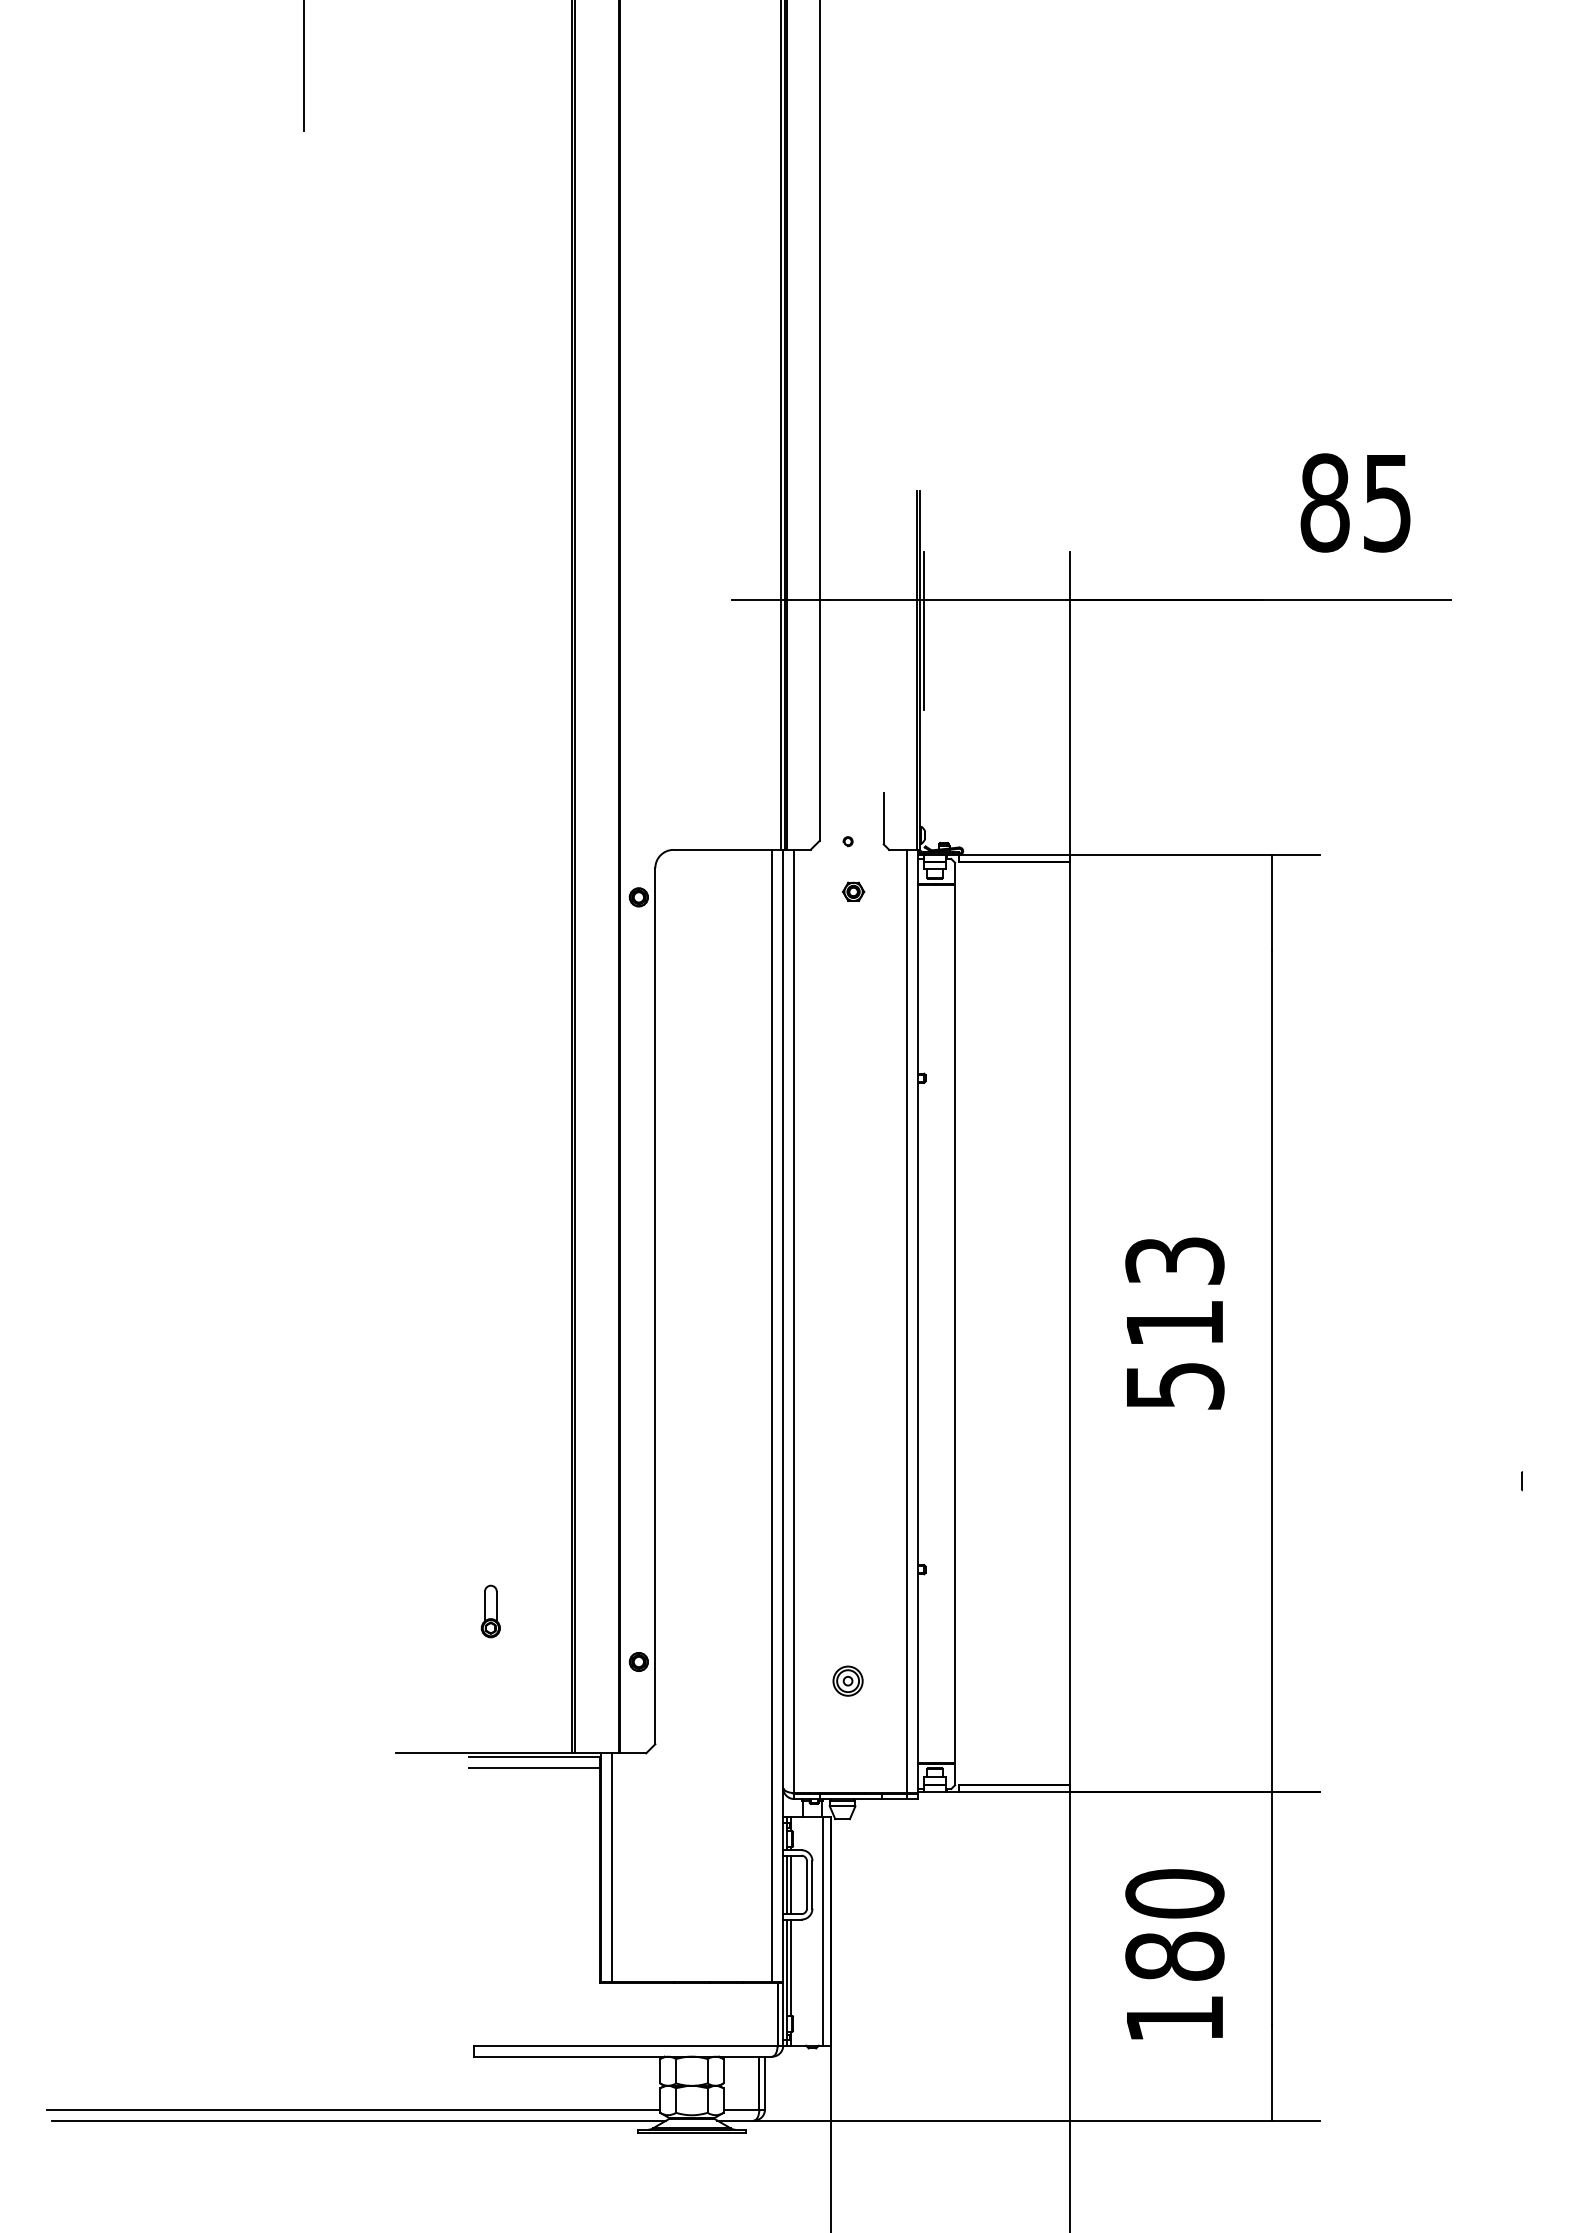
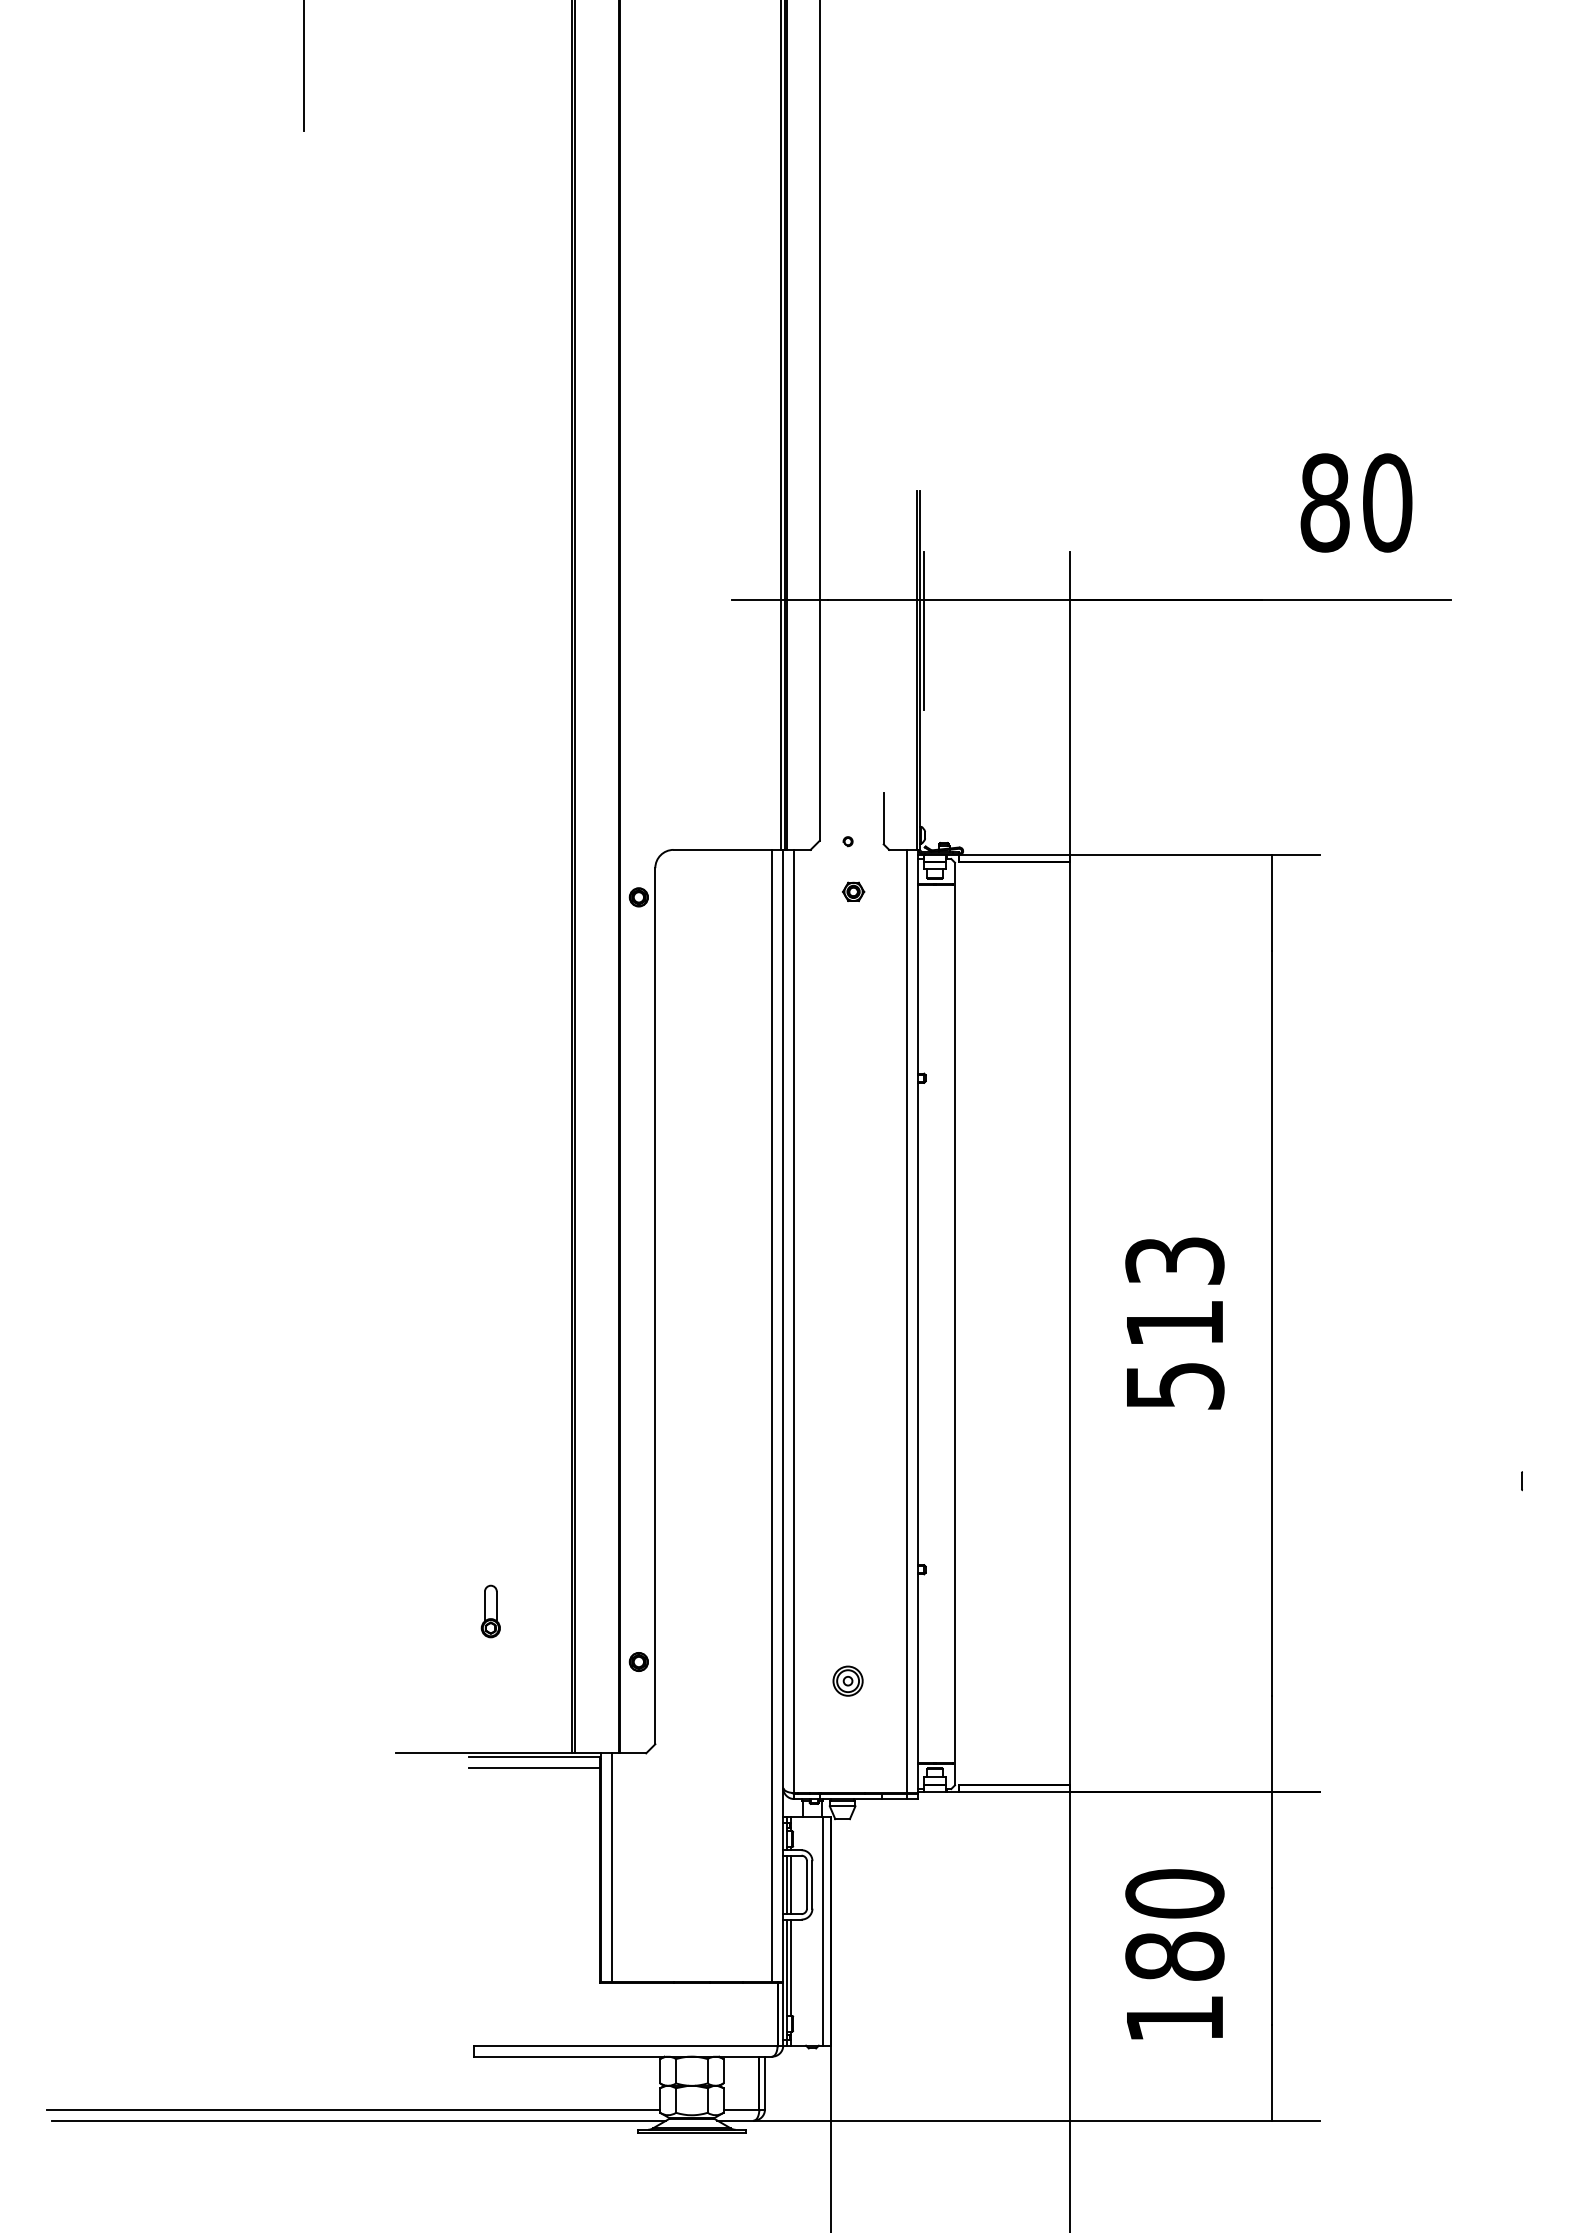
text at (1387, 502): 85 -> 80
